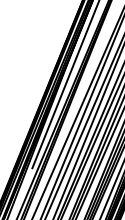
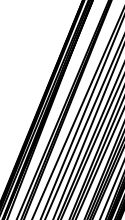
line at (65, 85): present -> none
